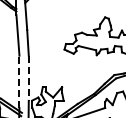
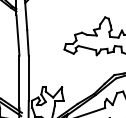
line at (28, 78): dashed -> solid
line at (19, 81): dashed -> solid
